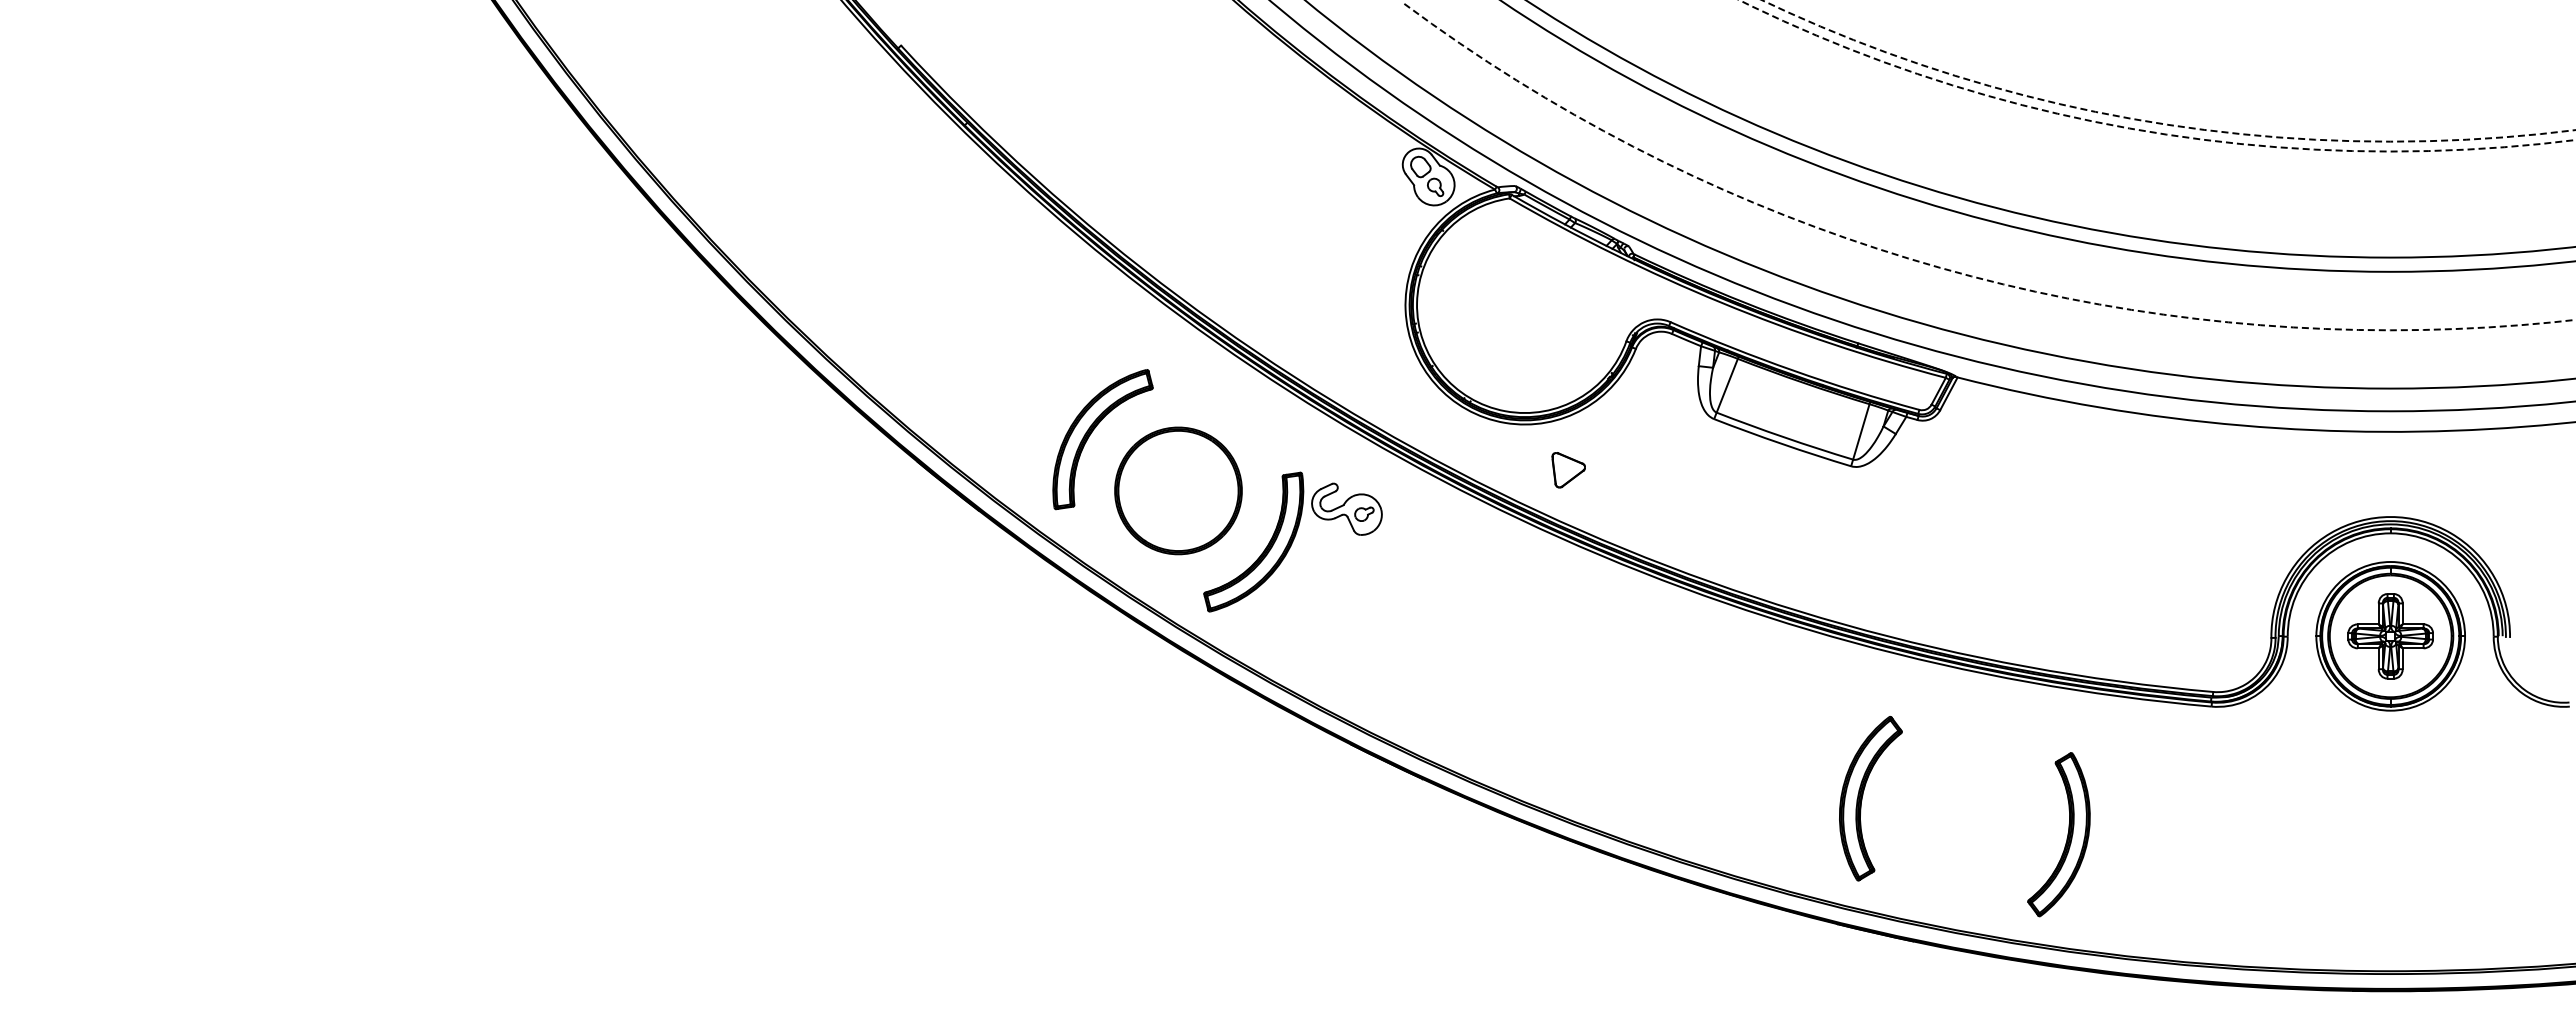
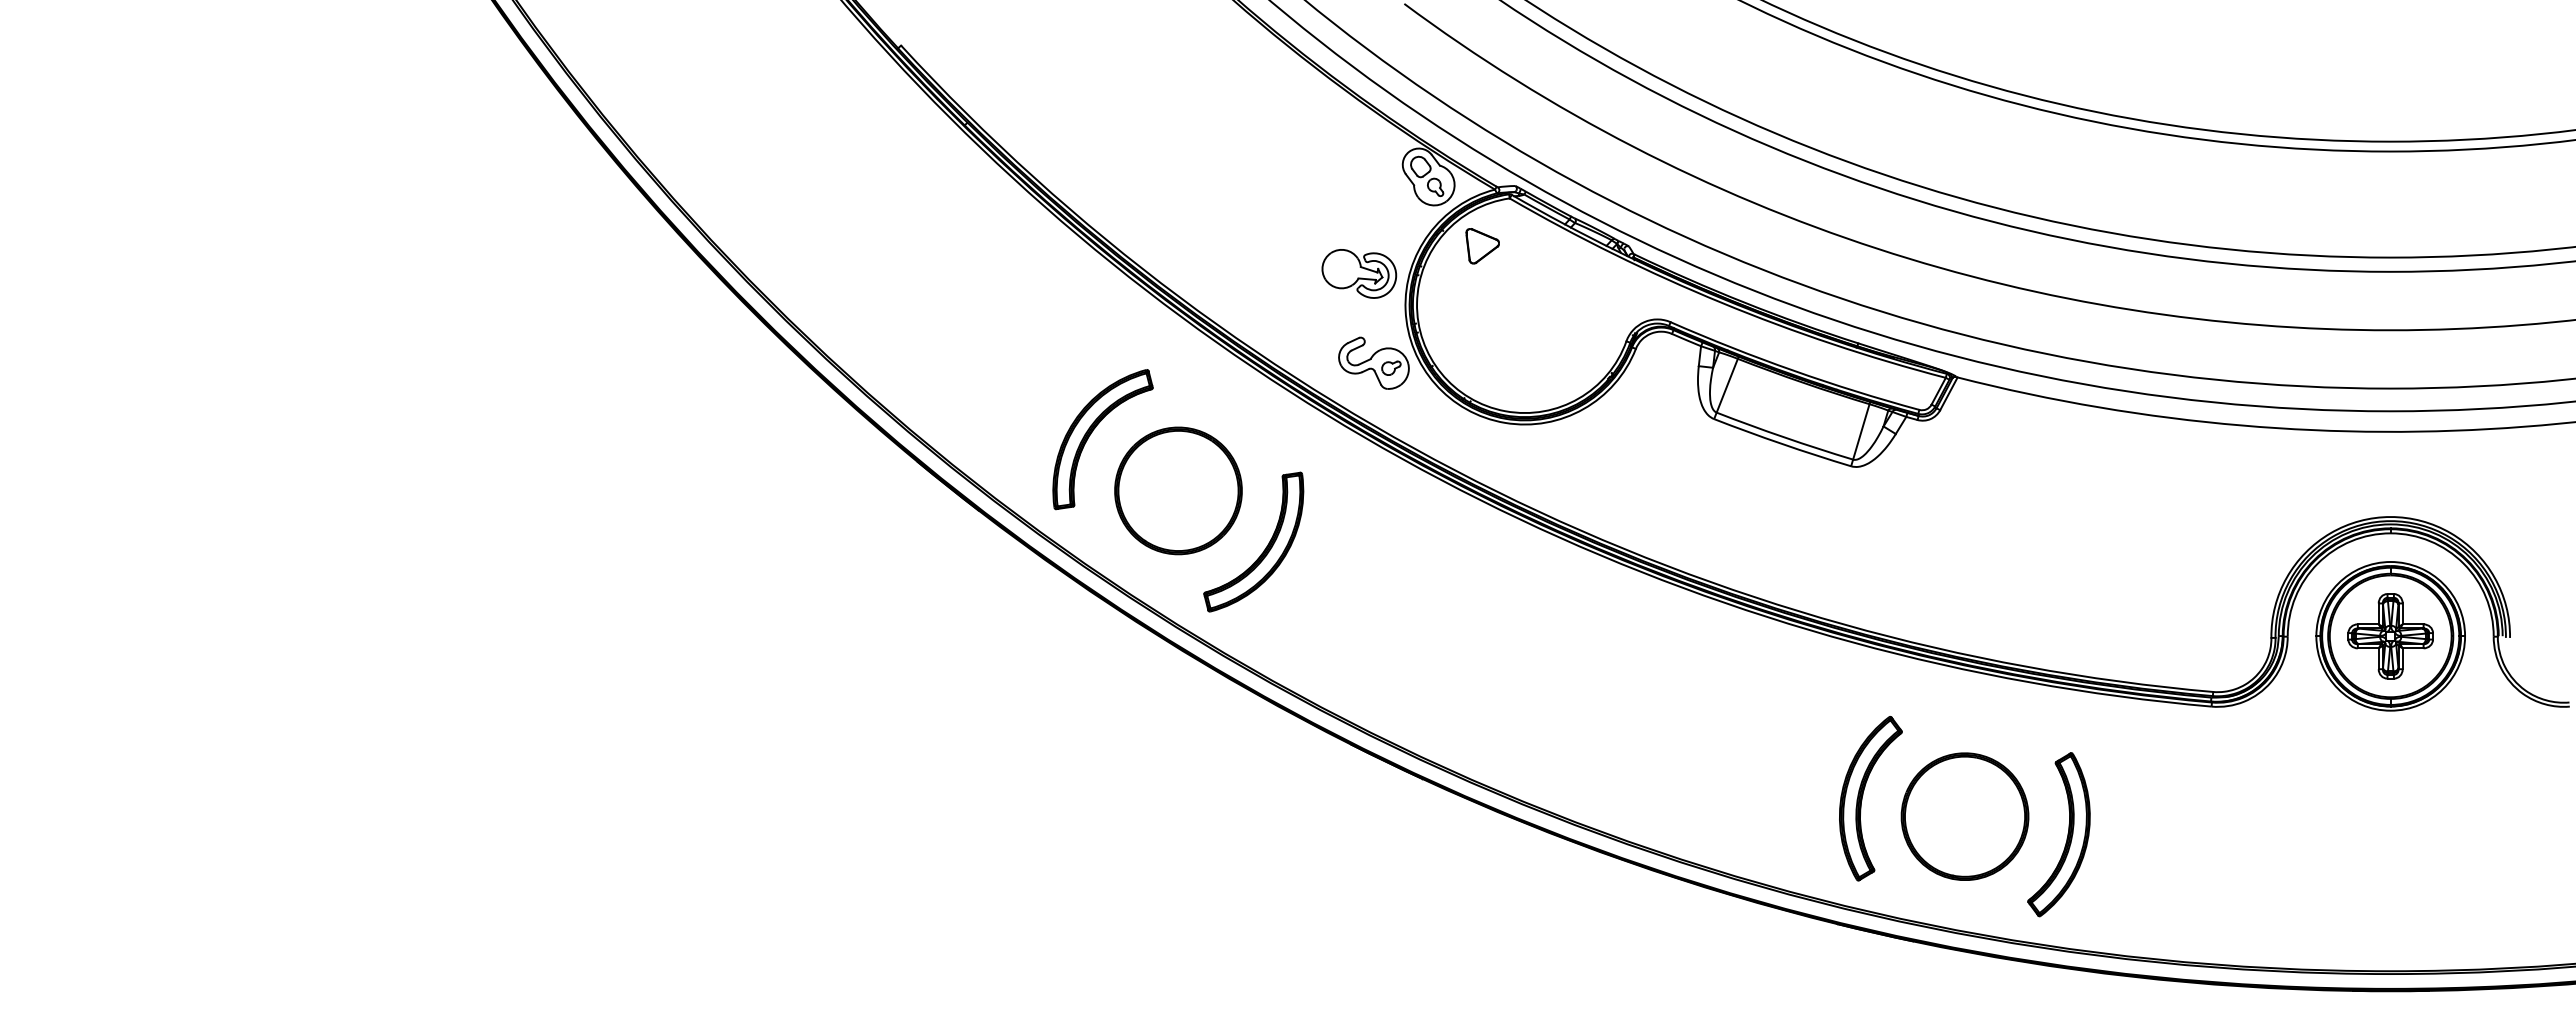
circle at (2168, 70): dashed -> solid
circle at (2157, 75): dashed -> solid
part at (1359, 273): none -> present
arc at (1960, 273): dashed -> solid
part at (1568, 470) position: (1568, 470) -> (1482, 246)
part at (1346, 508) position: (1346, 508) -> (1373, 362)
part at (1964, 816): none -> present
